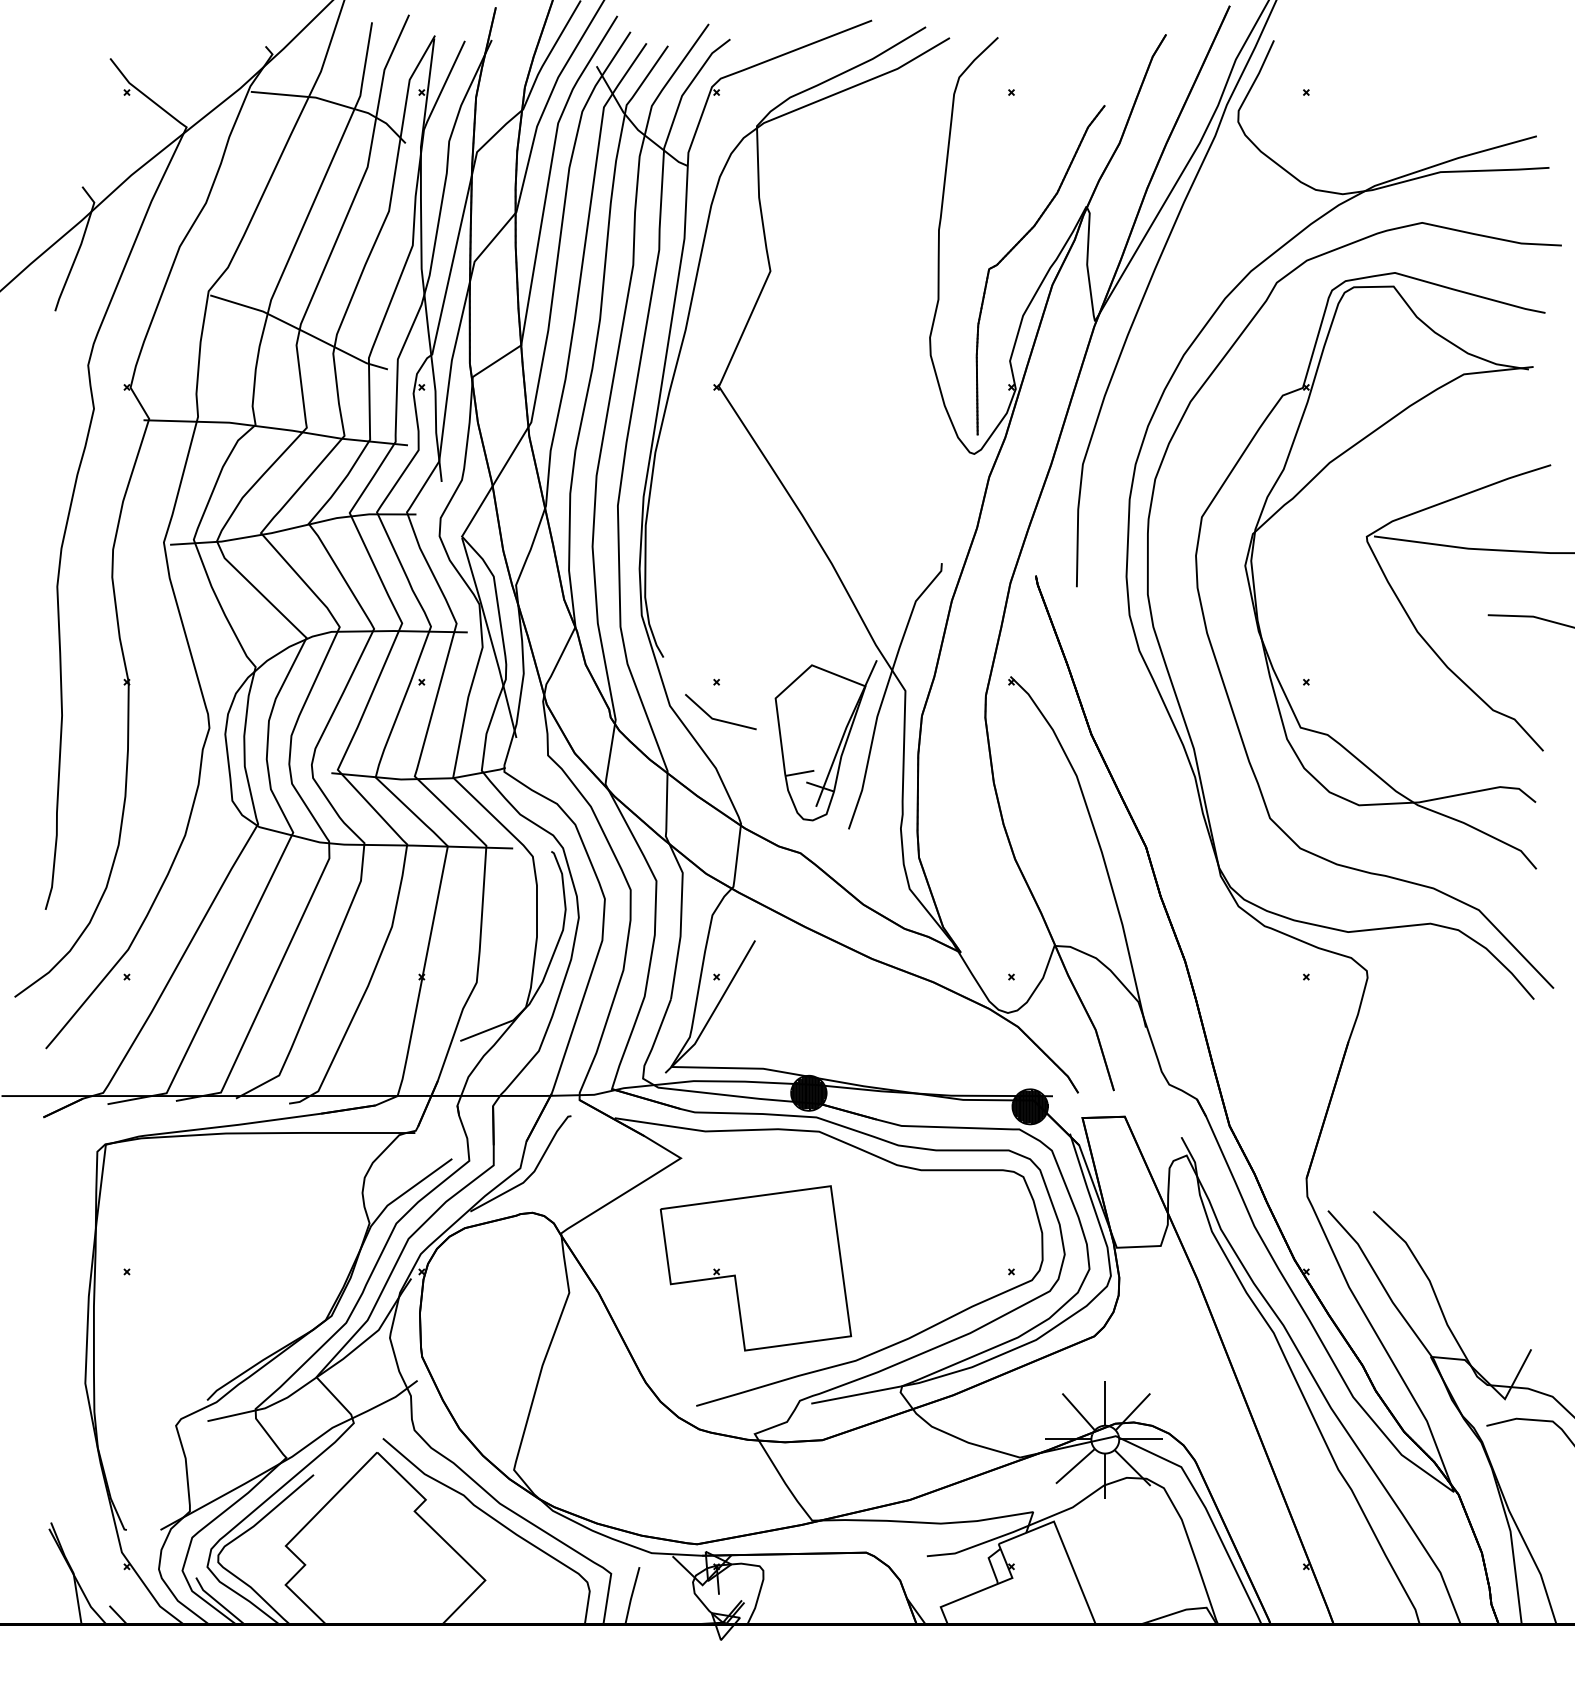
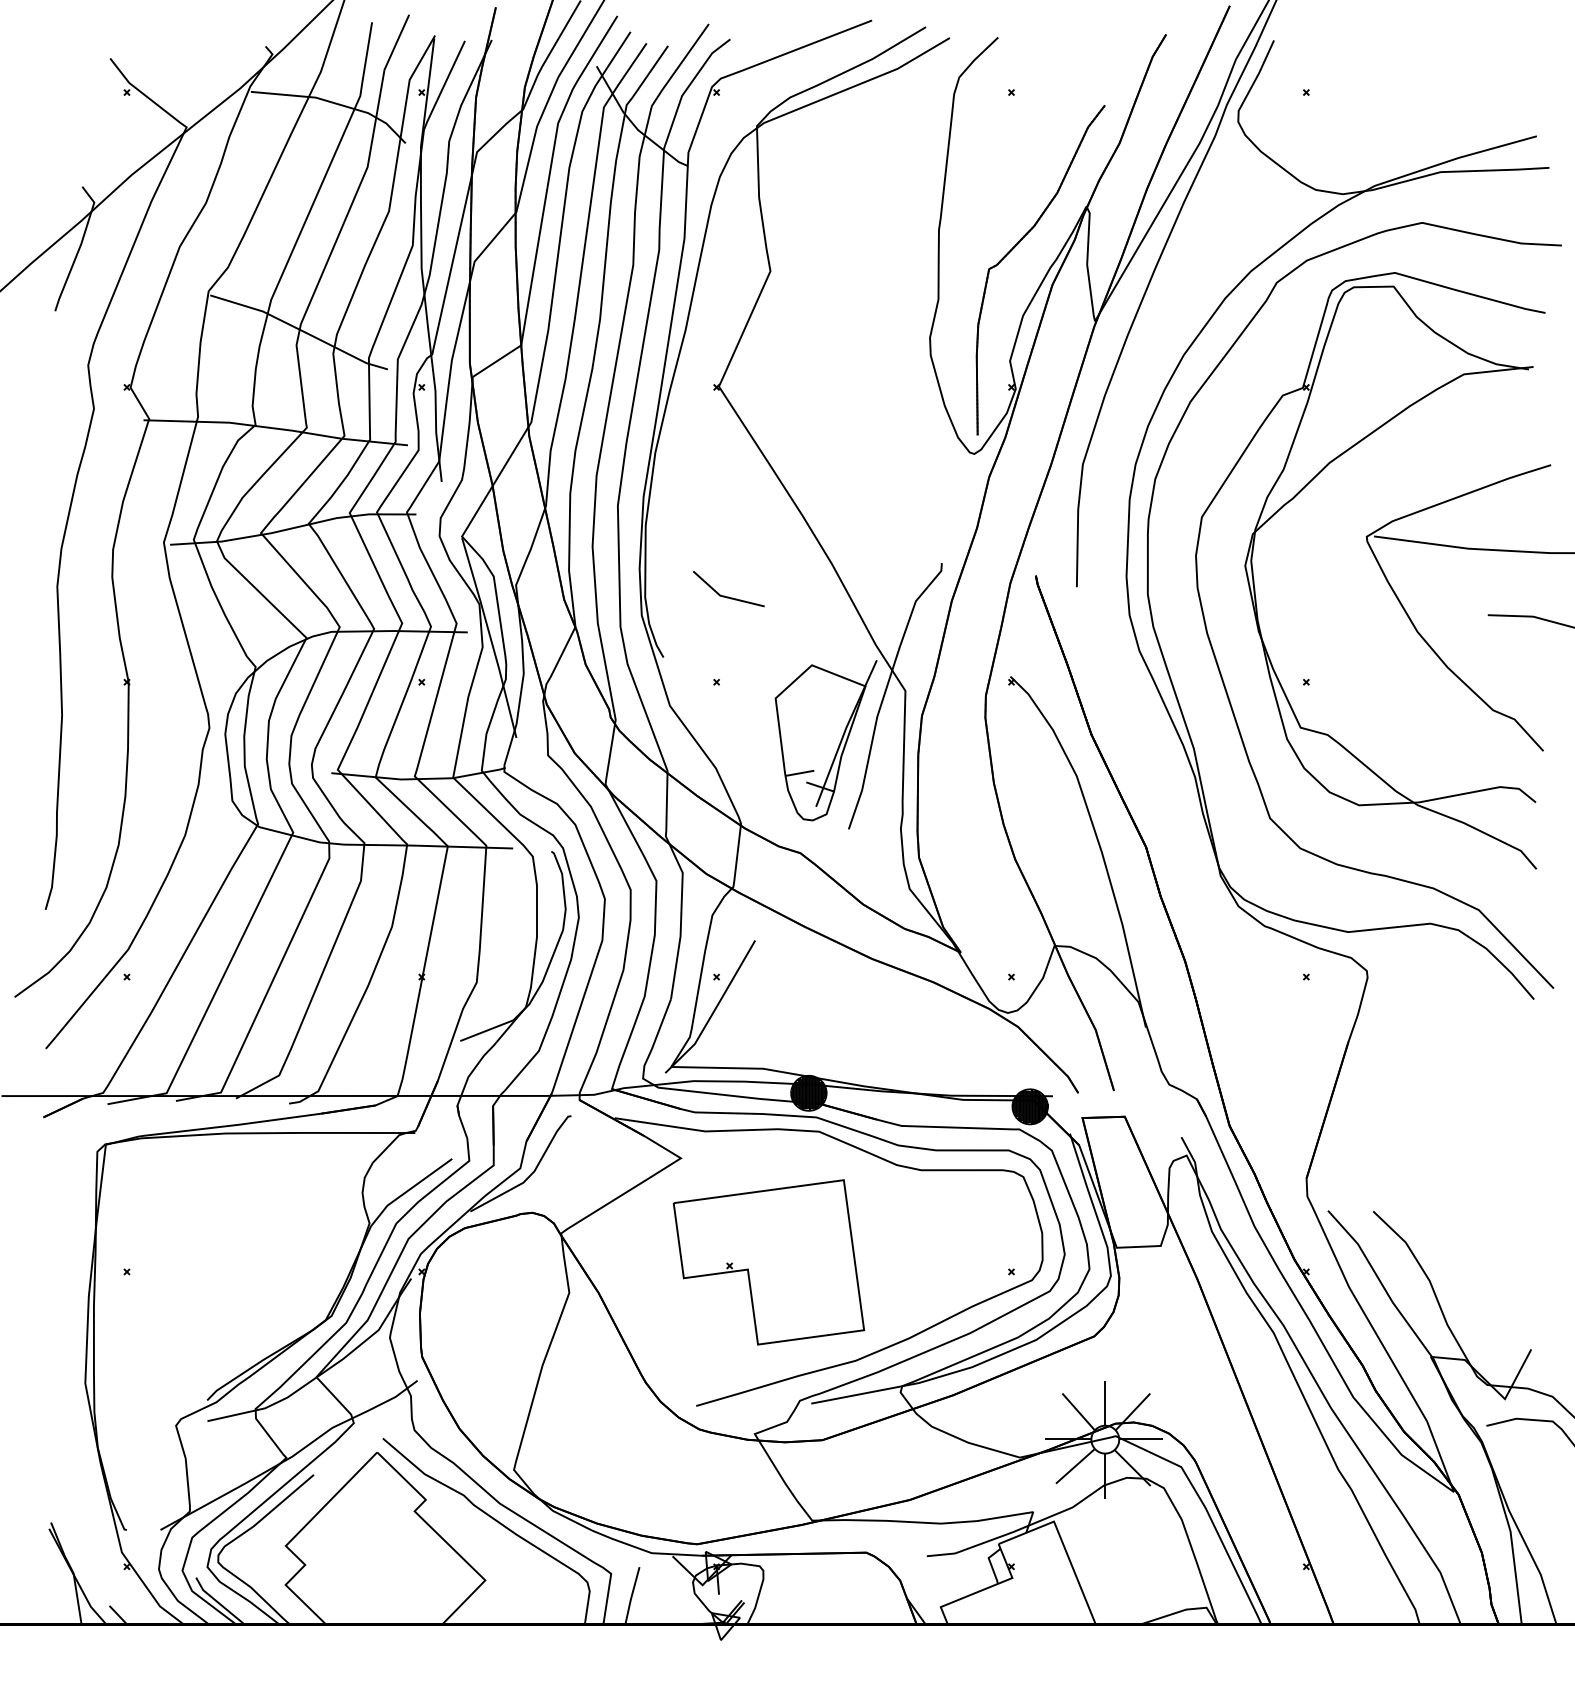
line at (720, 719) position: (720, 719) -> (728, 596)
part at (755, 1268) position: (755, 1268) -> (768, 1262)
